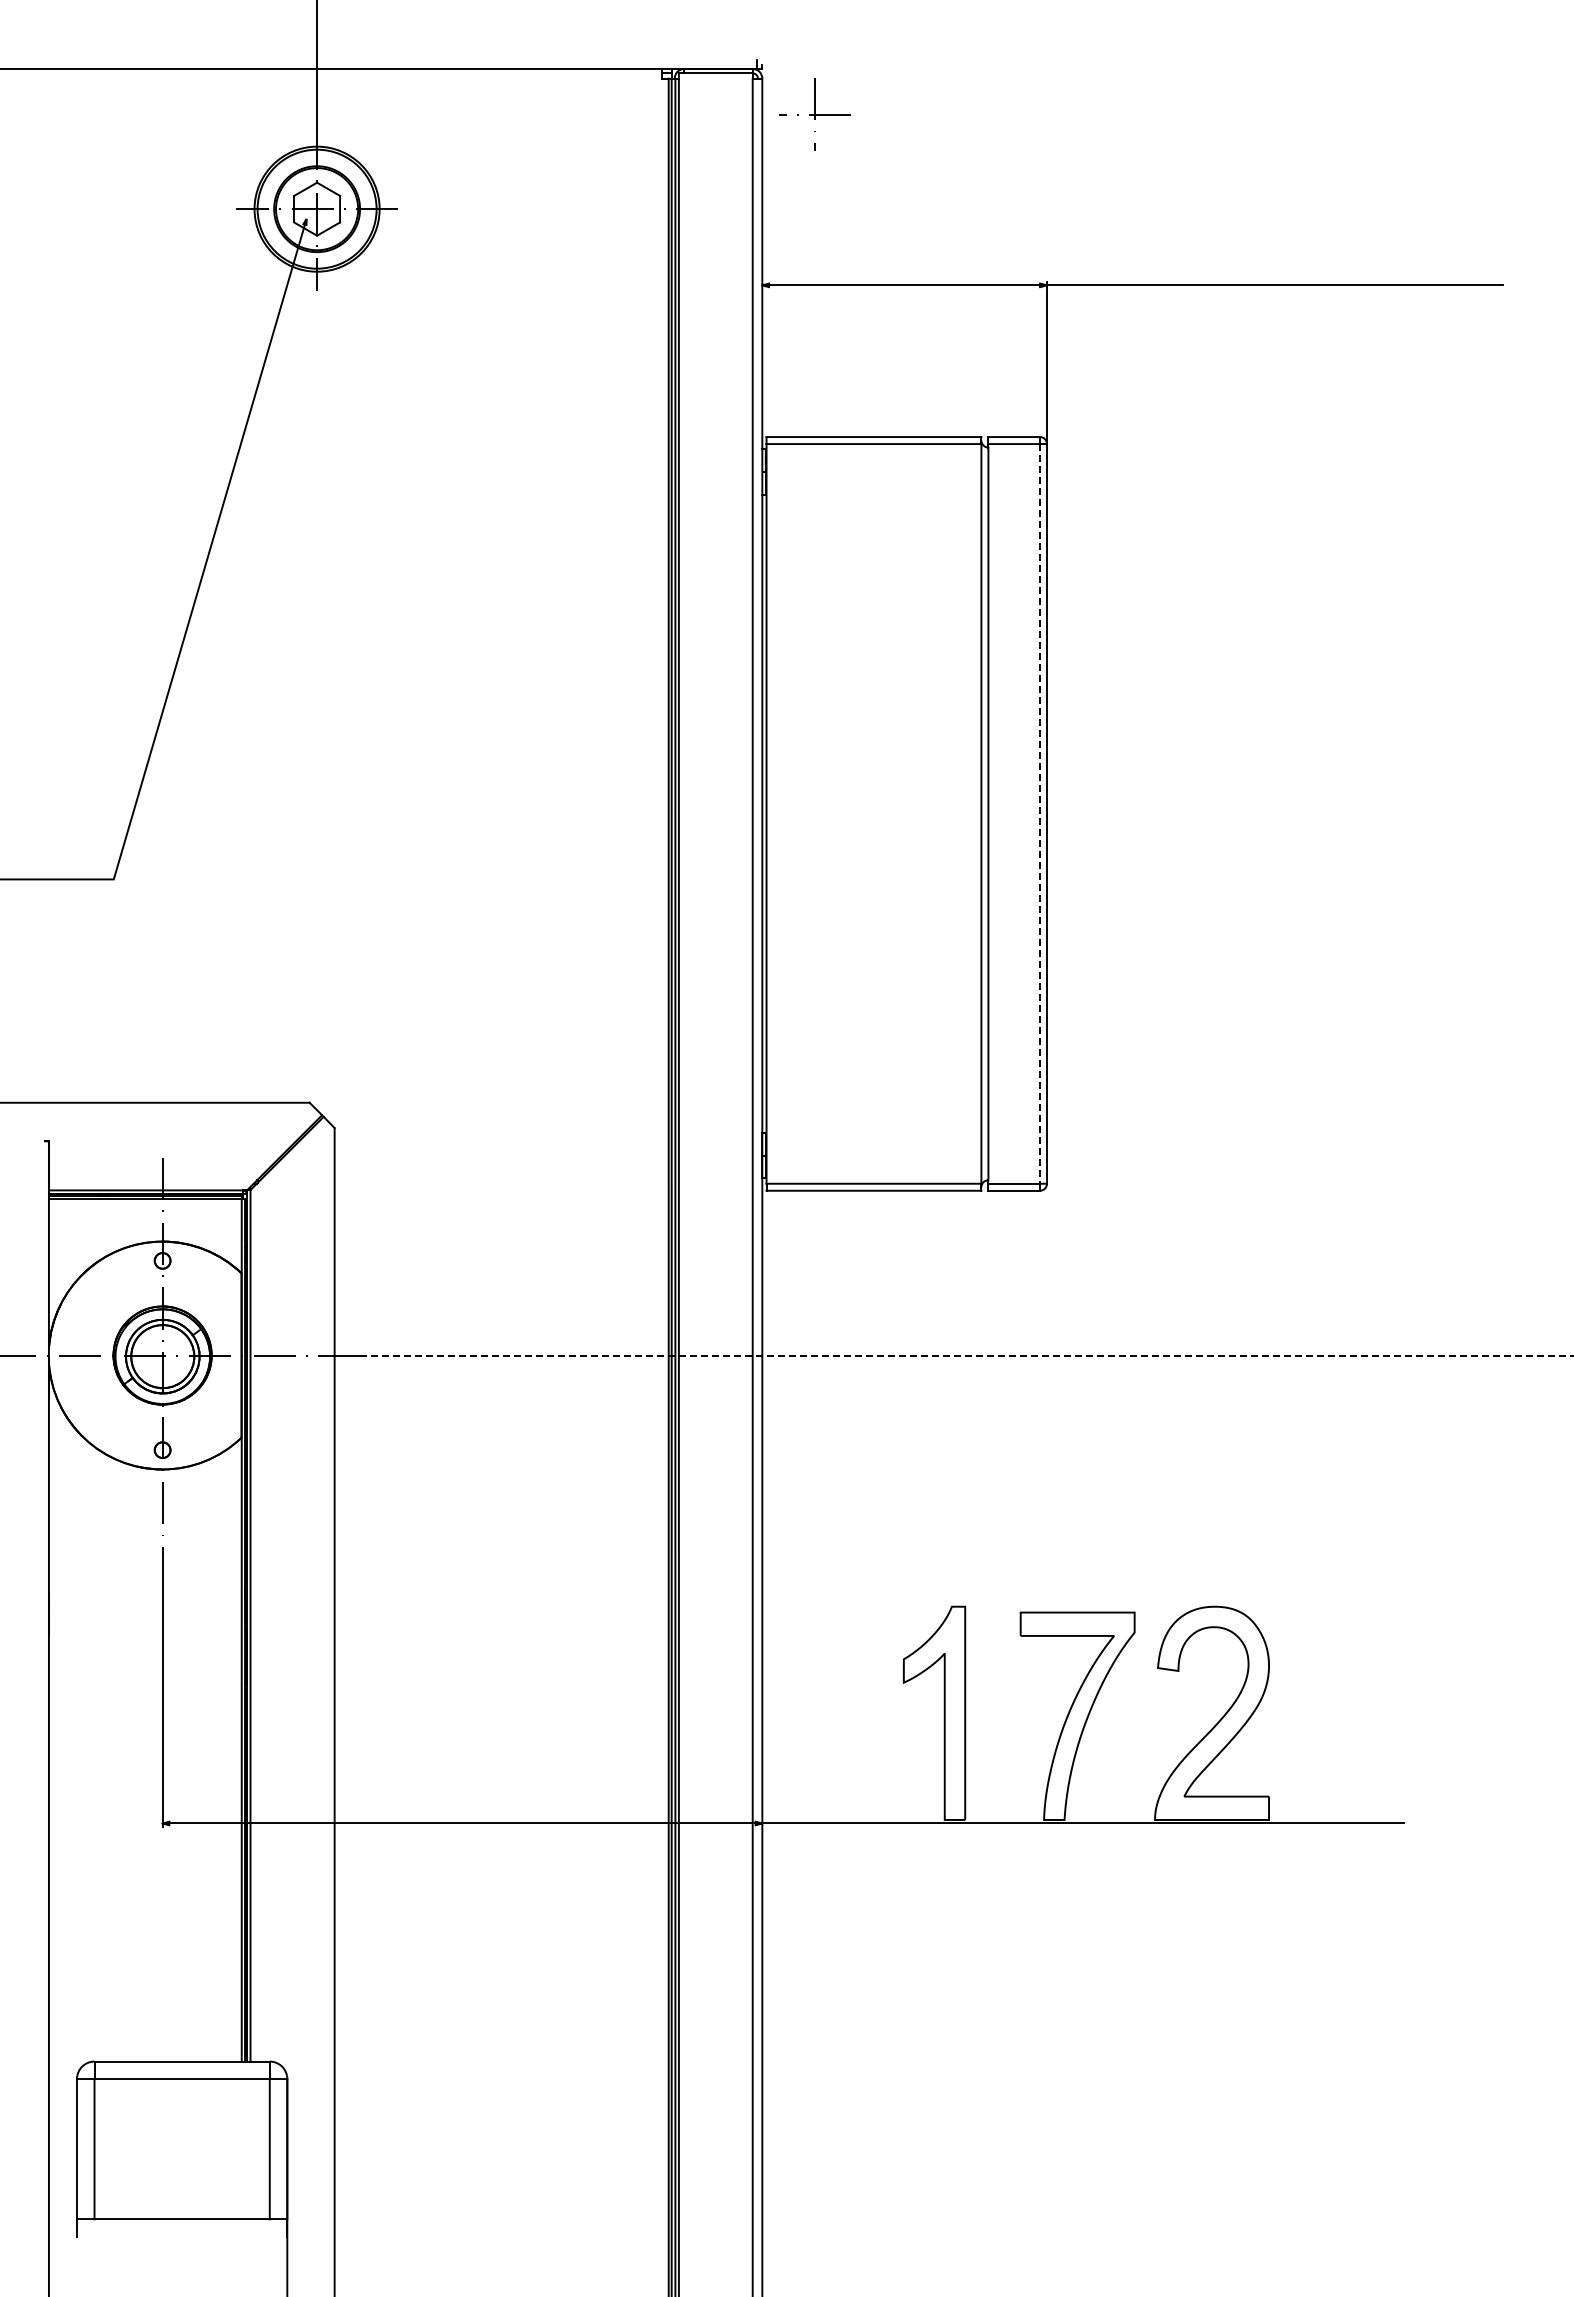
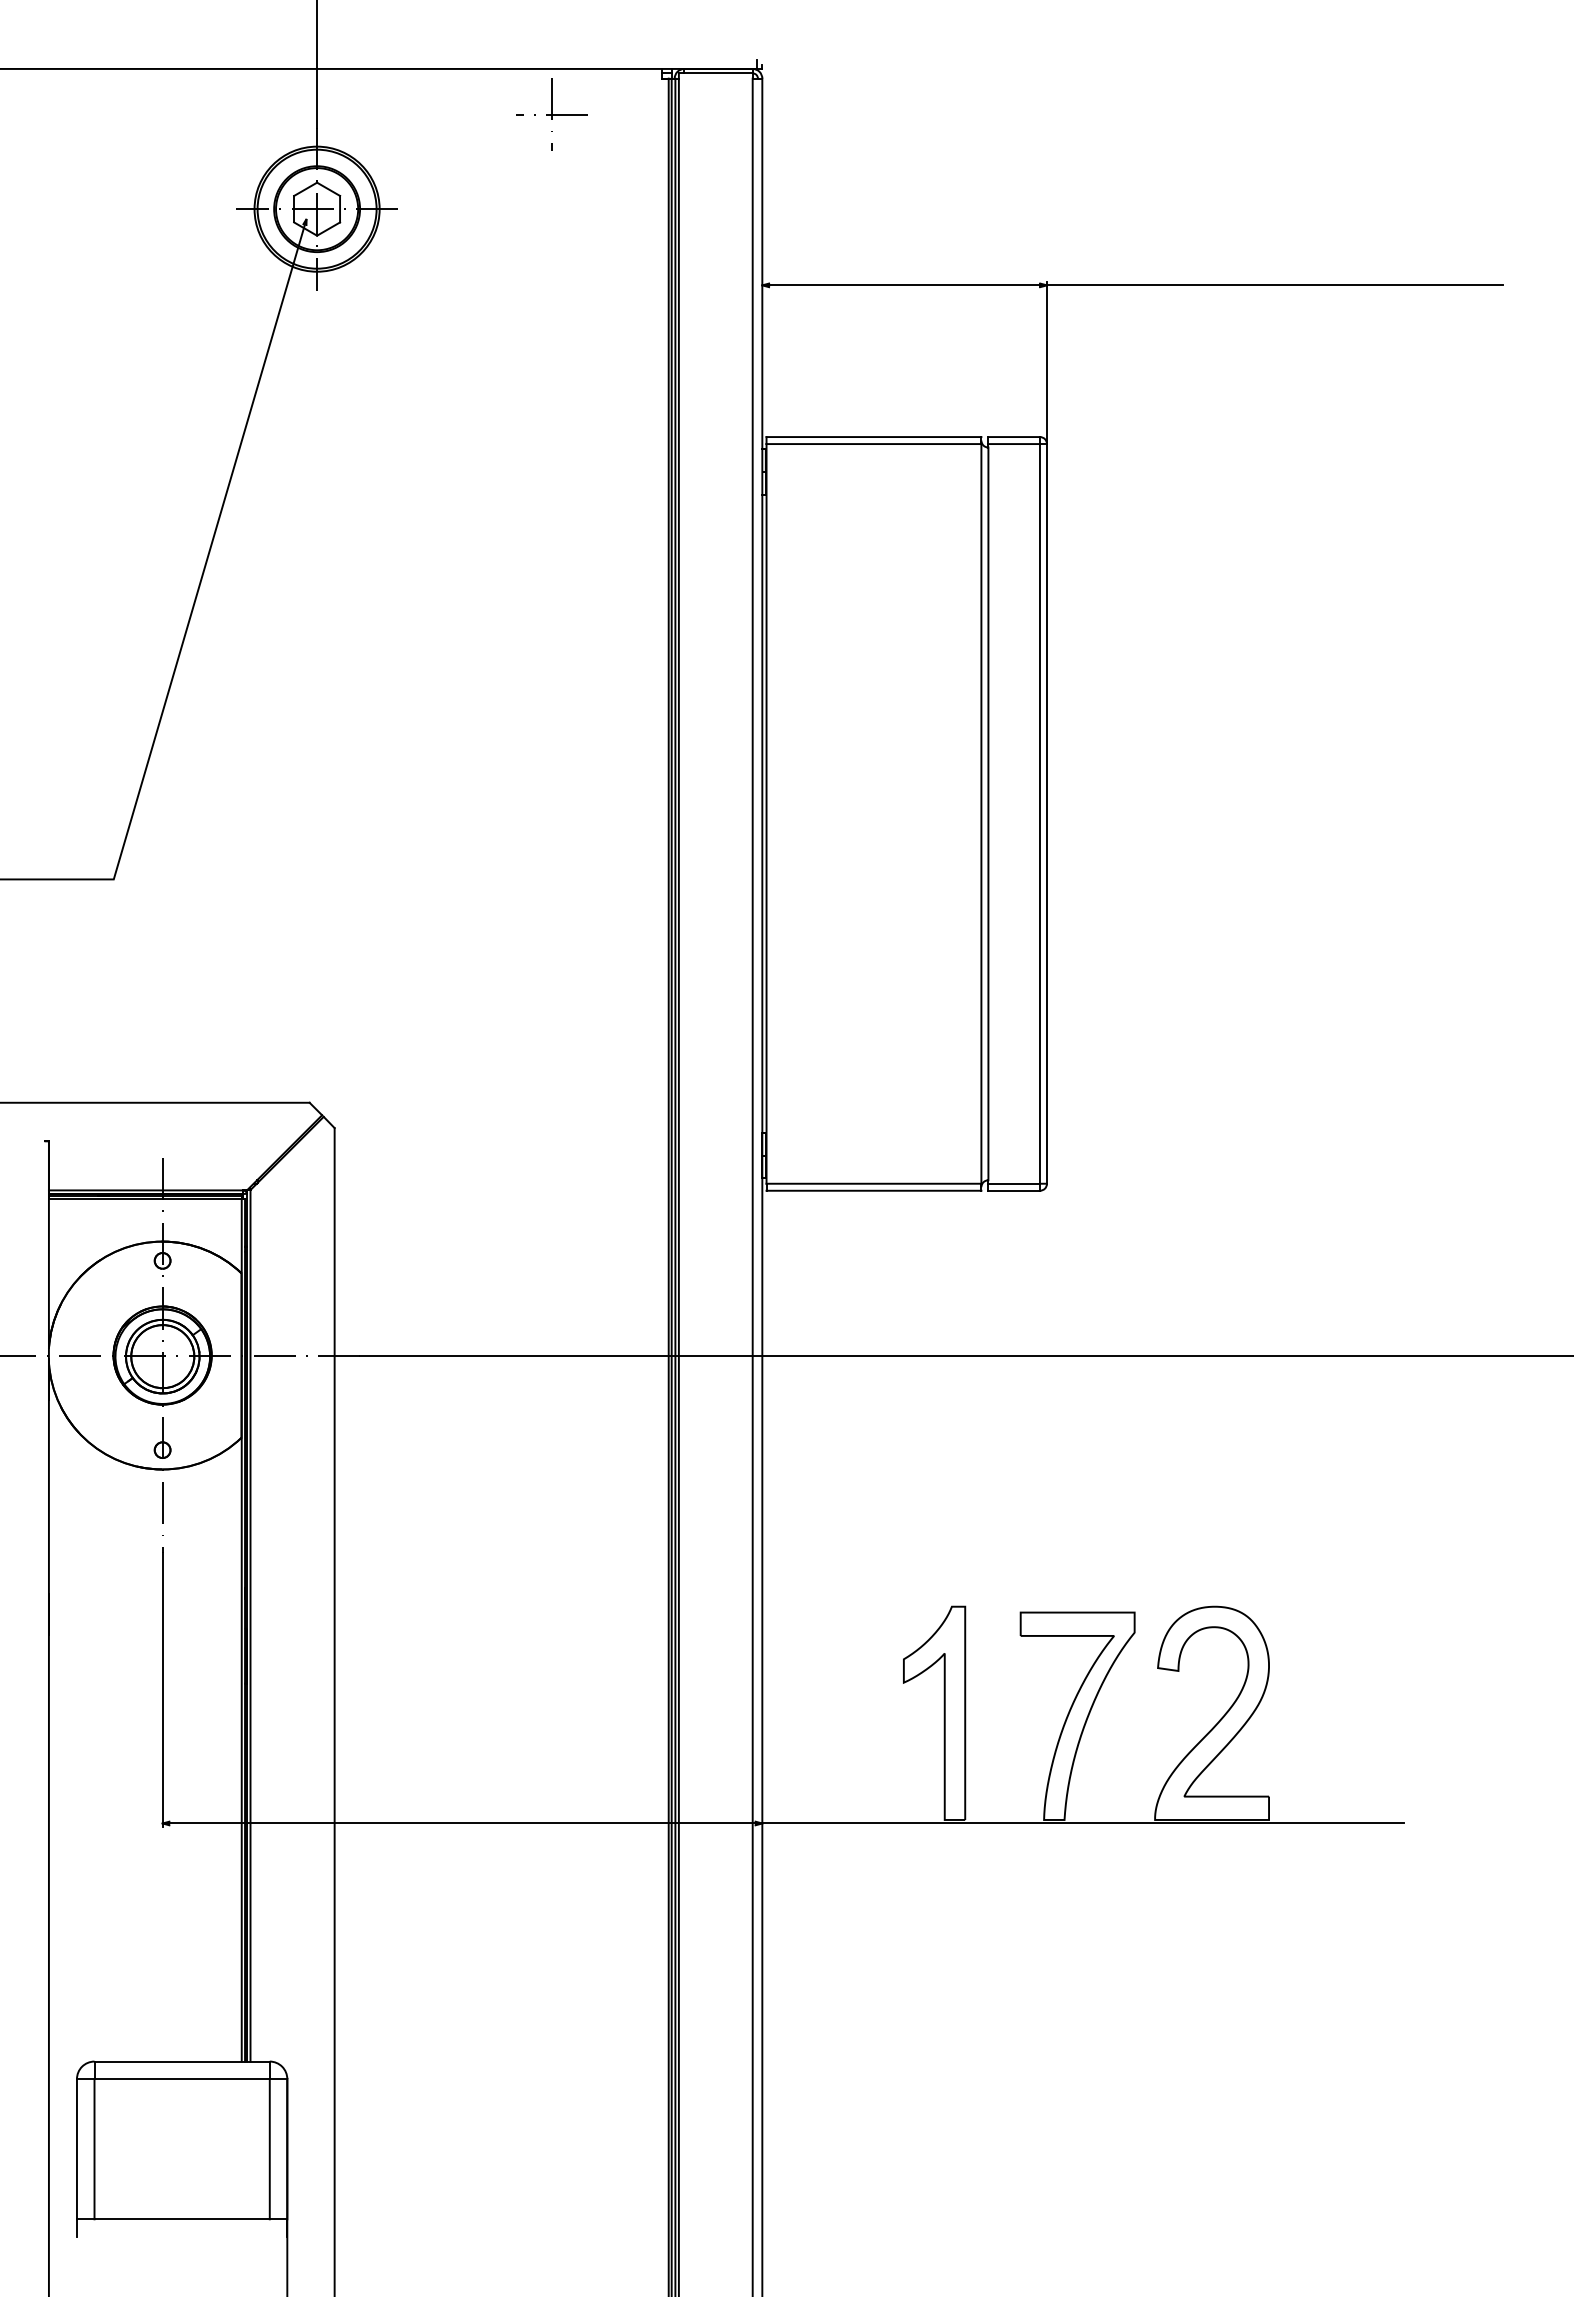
part at (814, 114) position: (814, 114) -> (551, 114)
line at (1039, 813): dashed -> solid
line at (967, 1355): dashed -> solid
